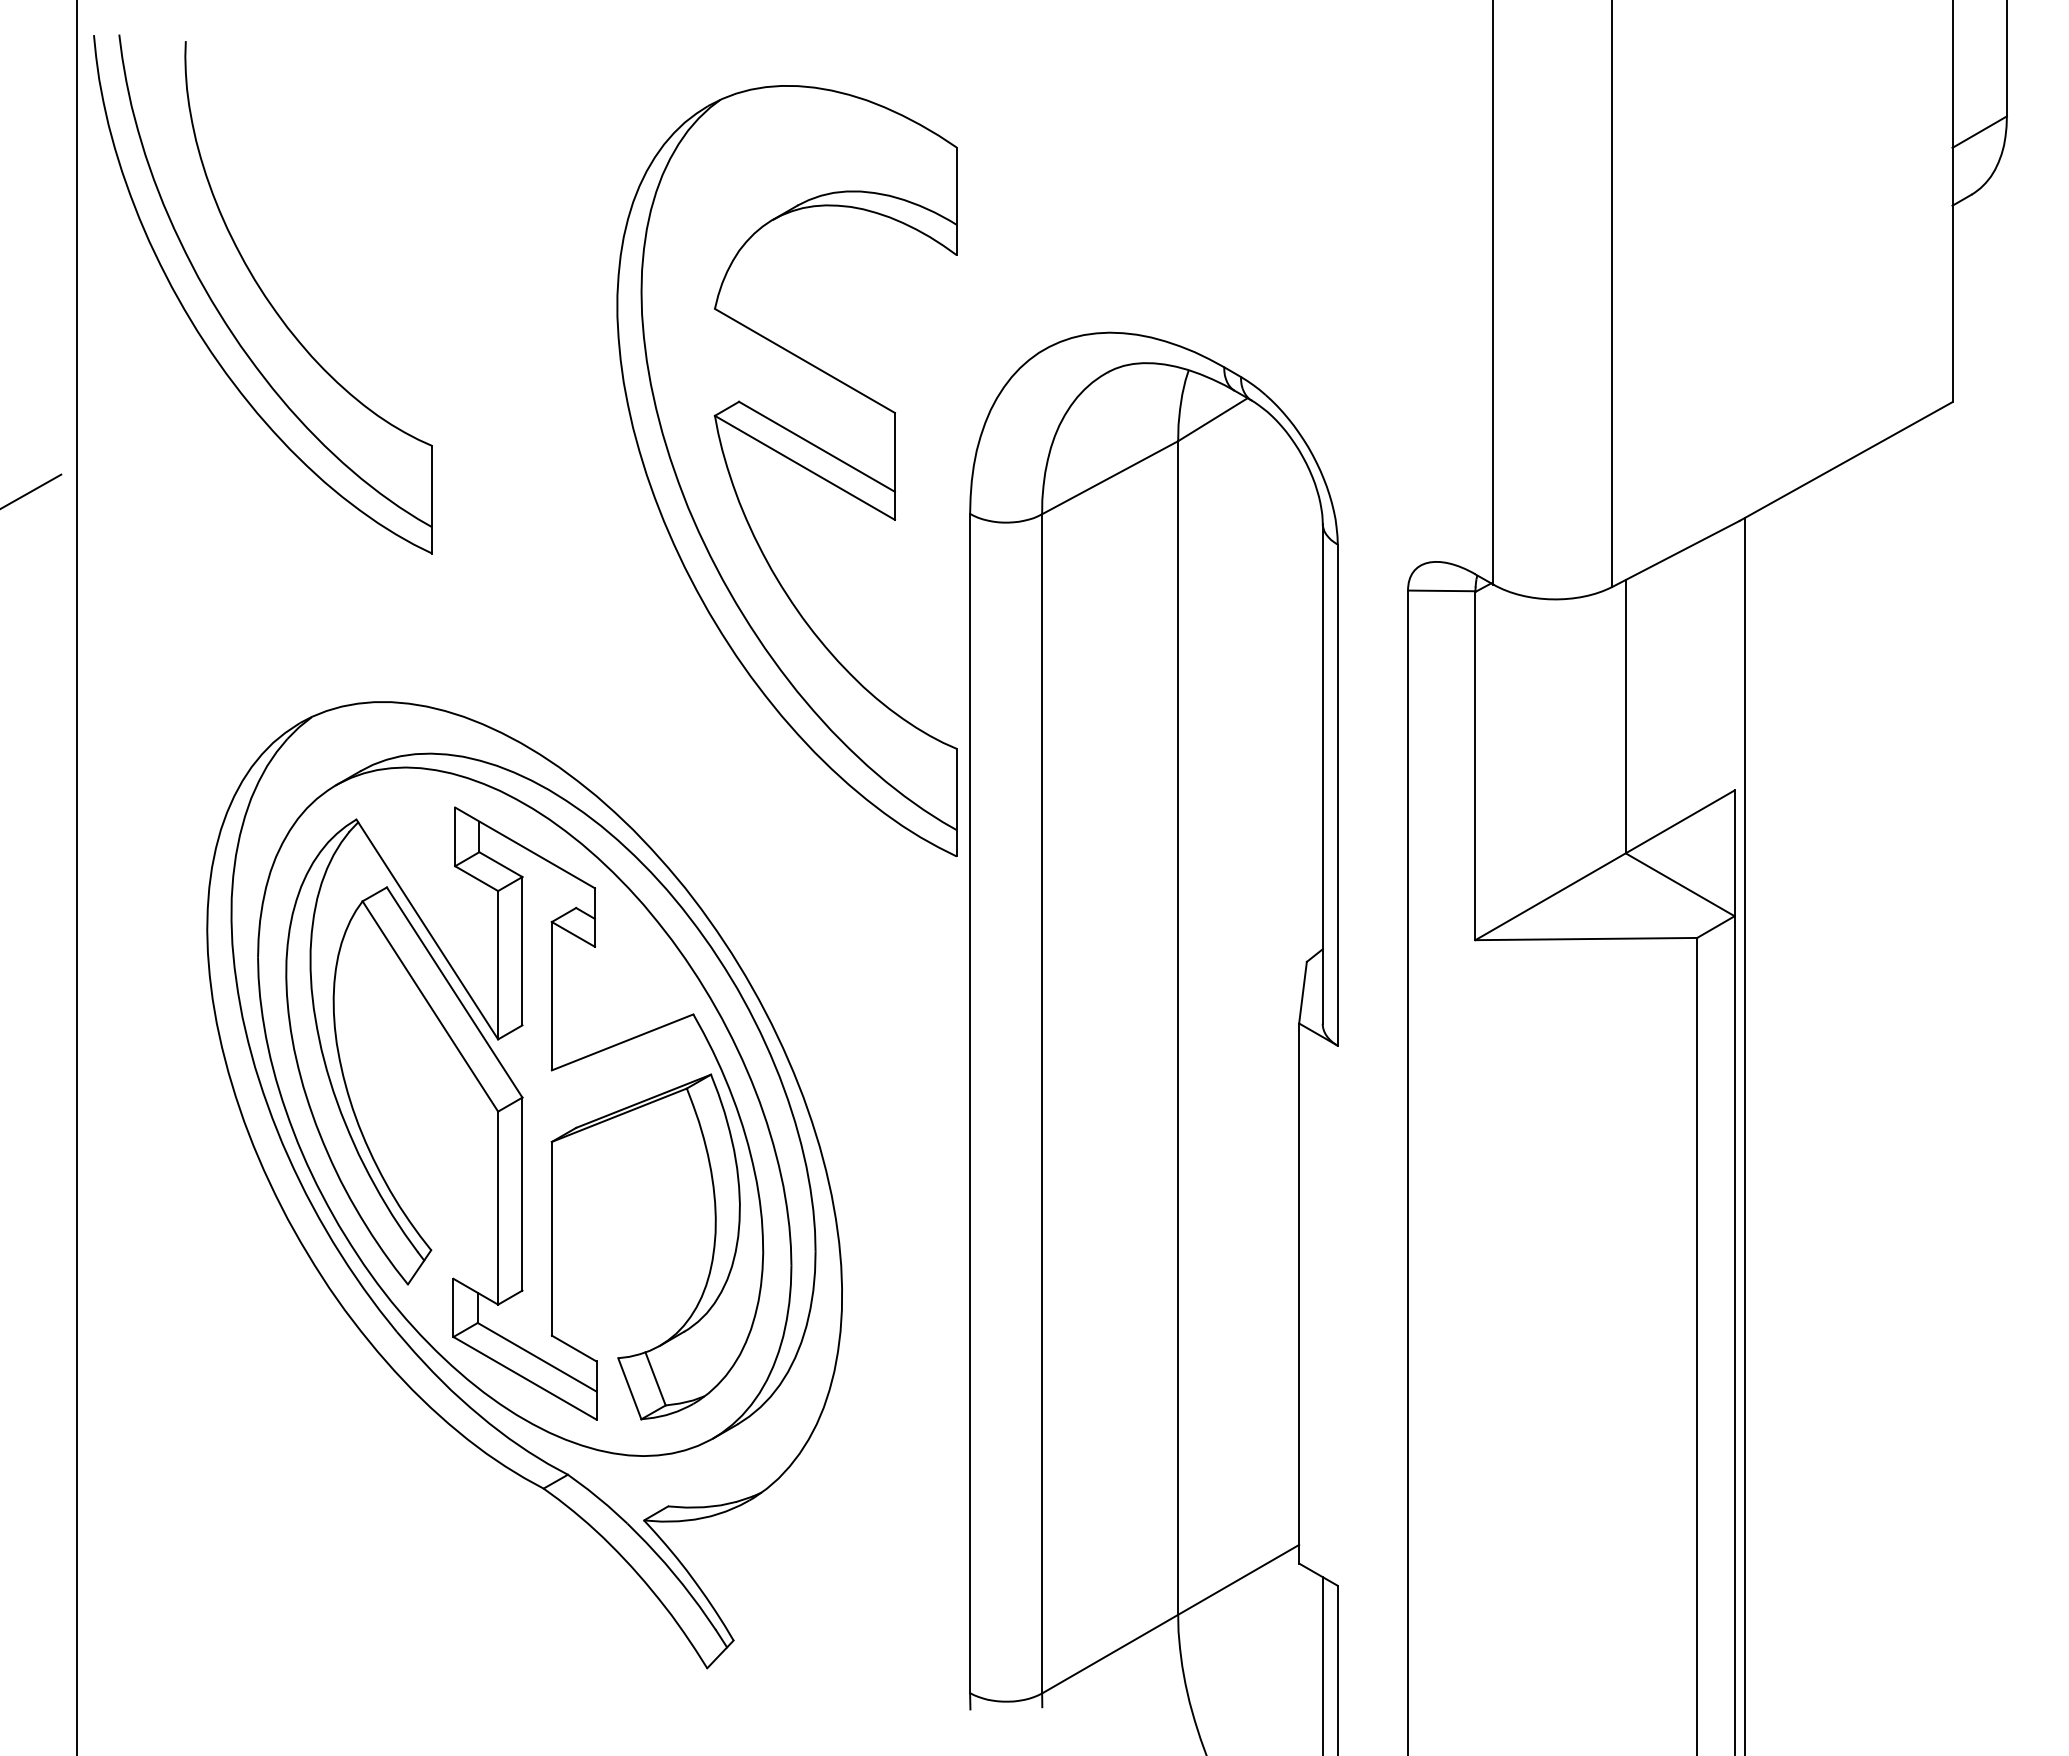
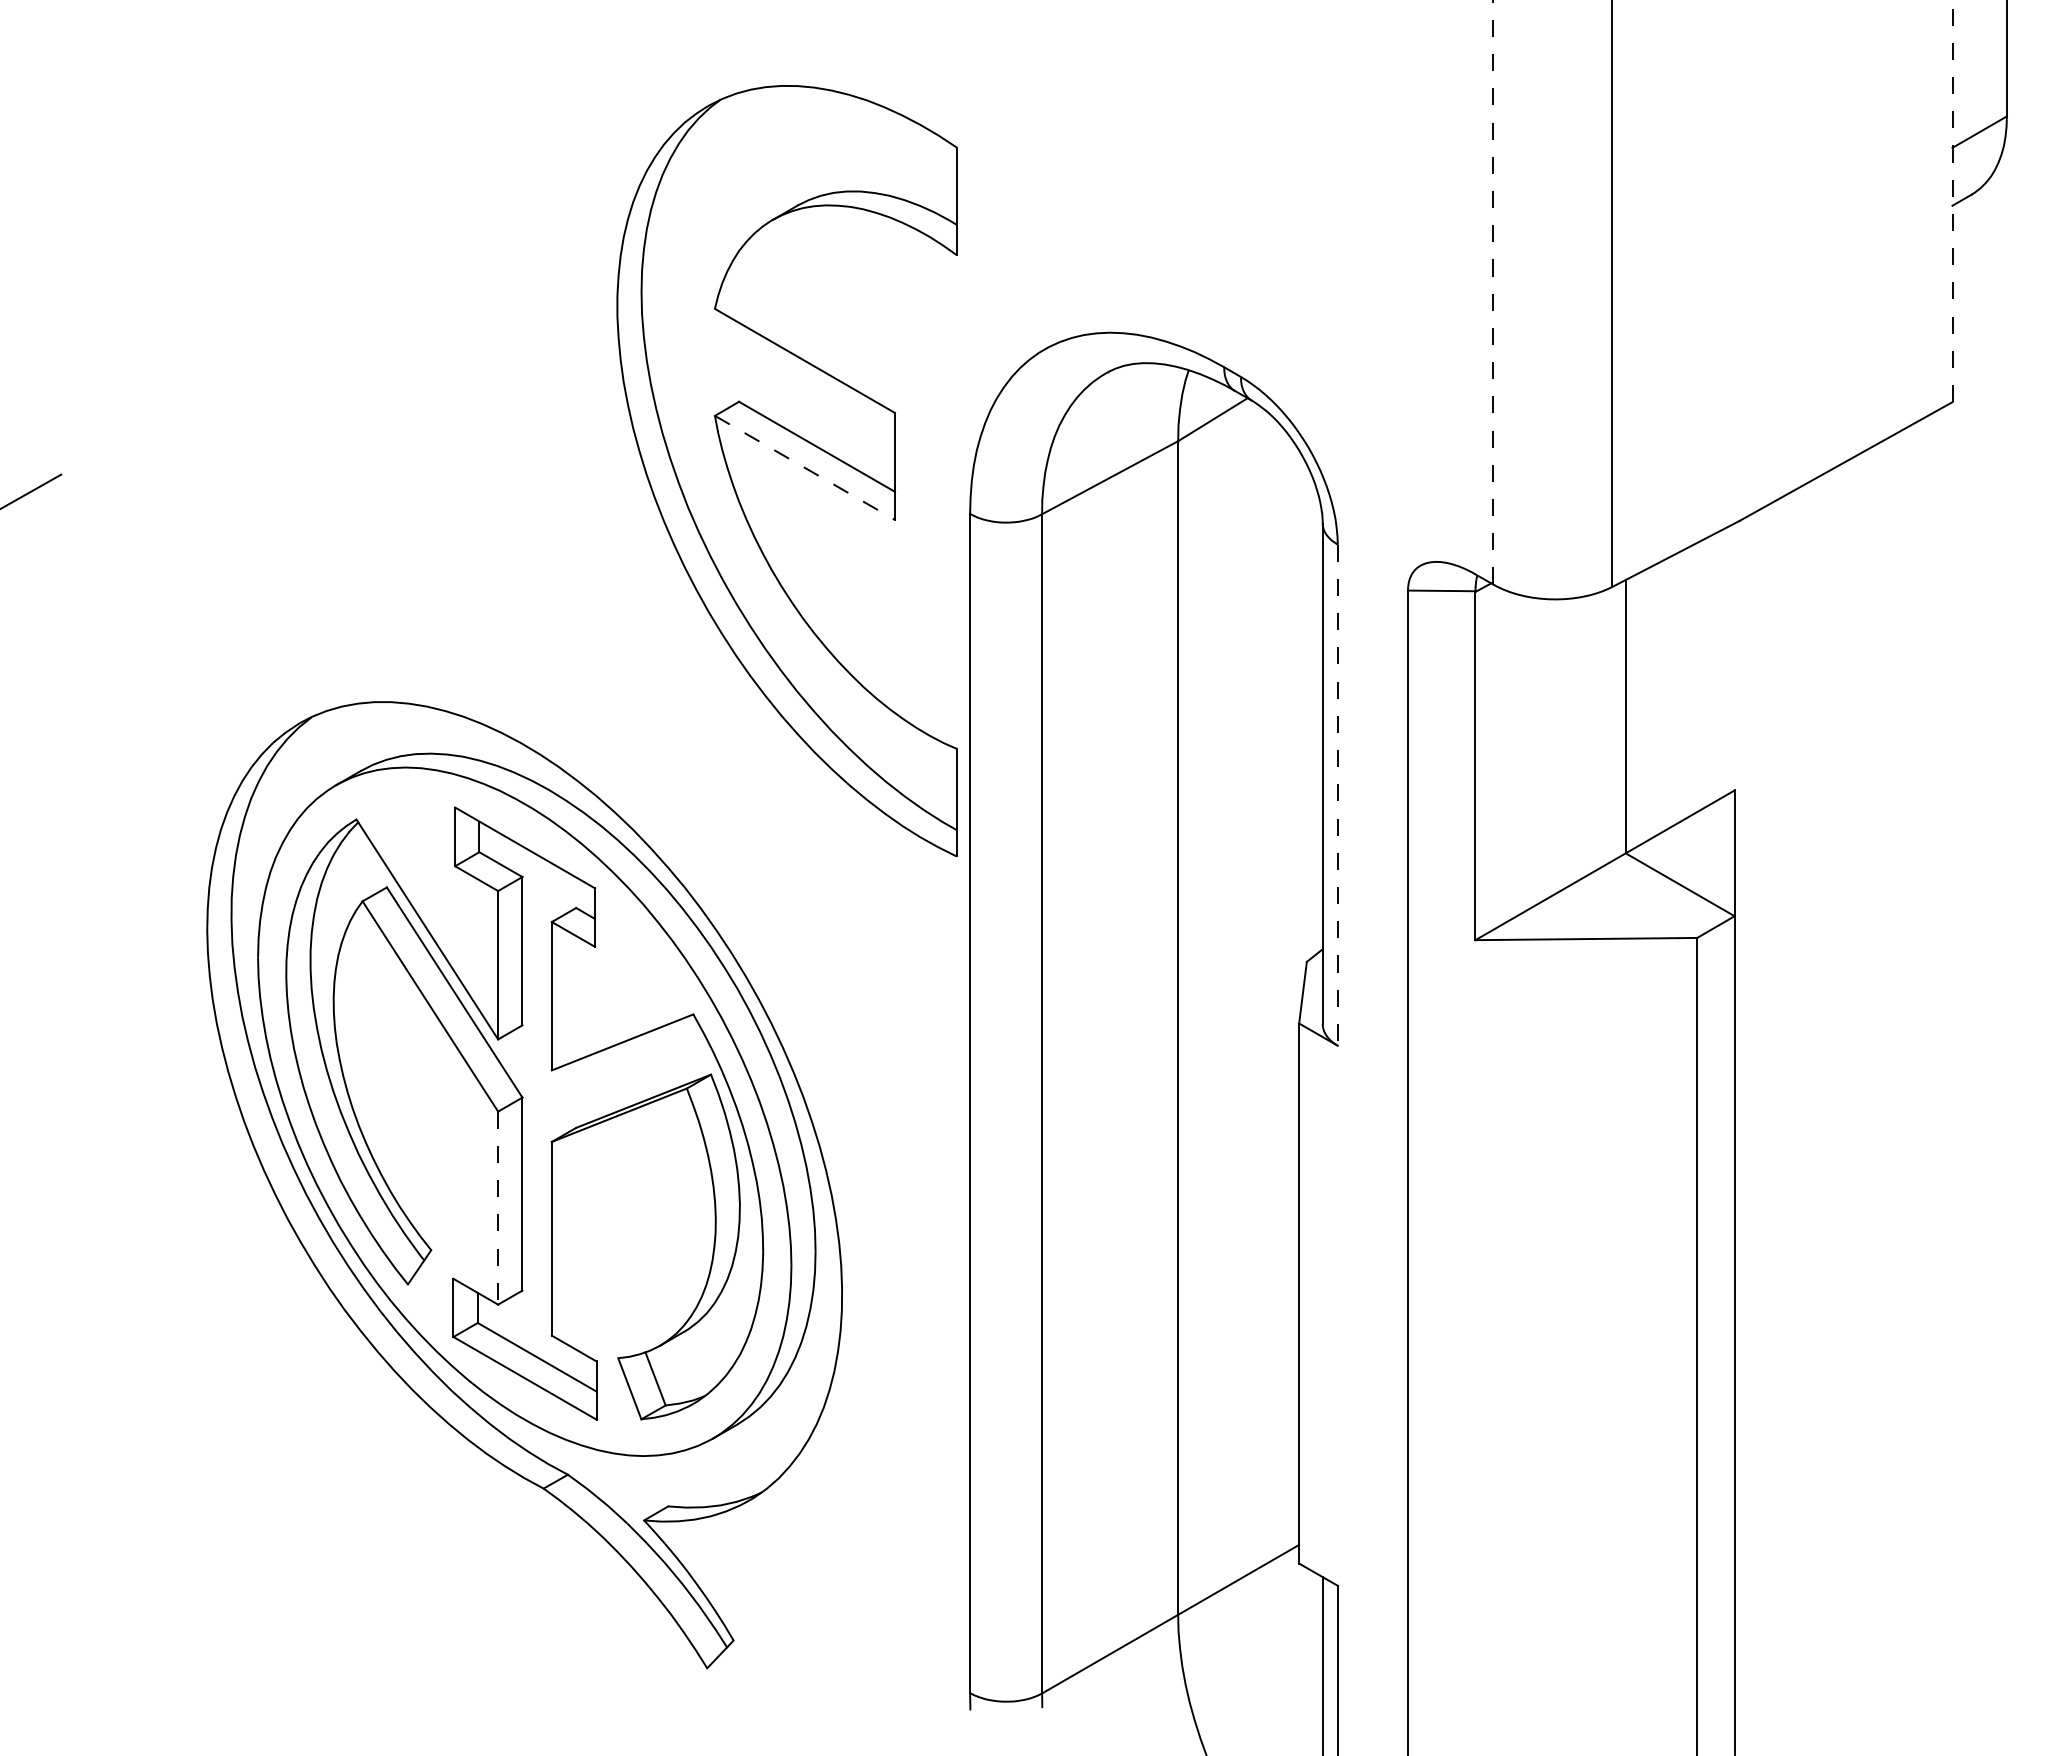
line at (1952, 201): solid -> dashed
line at (1493, 292): solid -> dashed
part at (262, 294): present -> none
line at (804, 467): solid -> dashed
line at (1337, 795): solid -> dashed
line at (77, 877): present -> none
line at (1744, 1135): present -> none
line at (498, 1208): solid -> dashed
